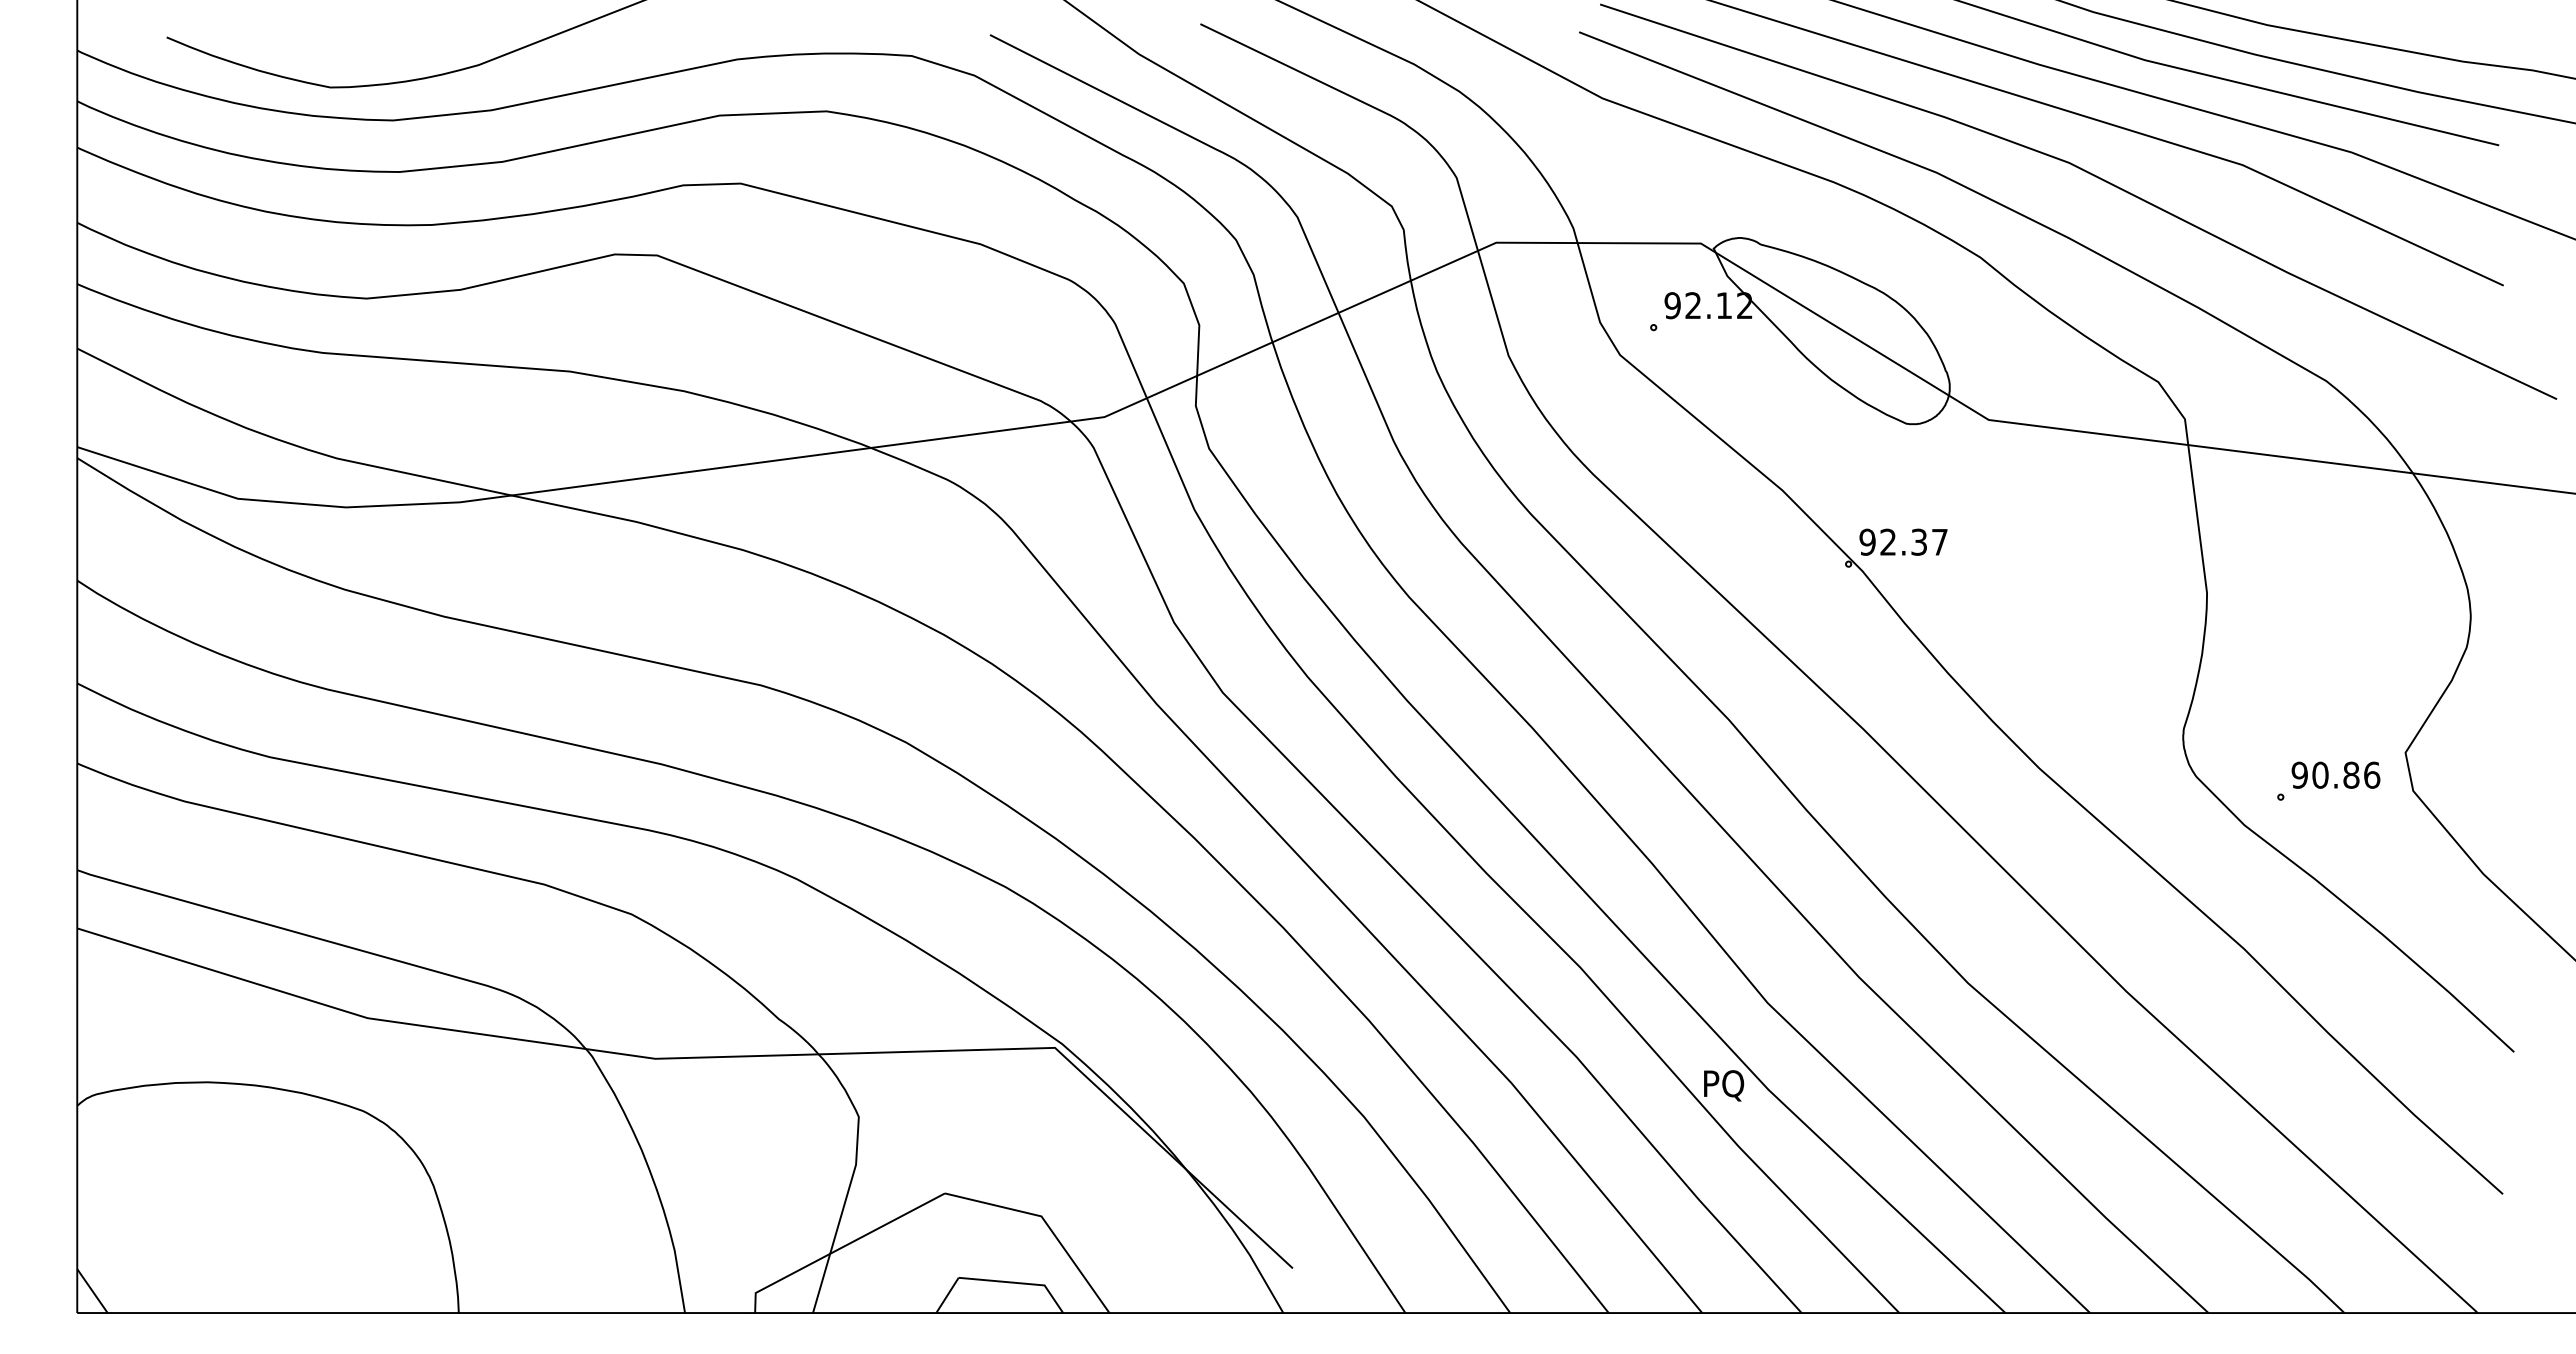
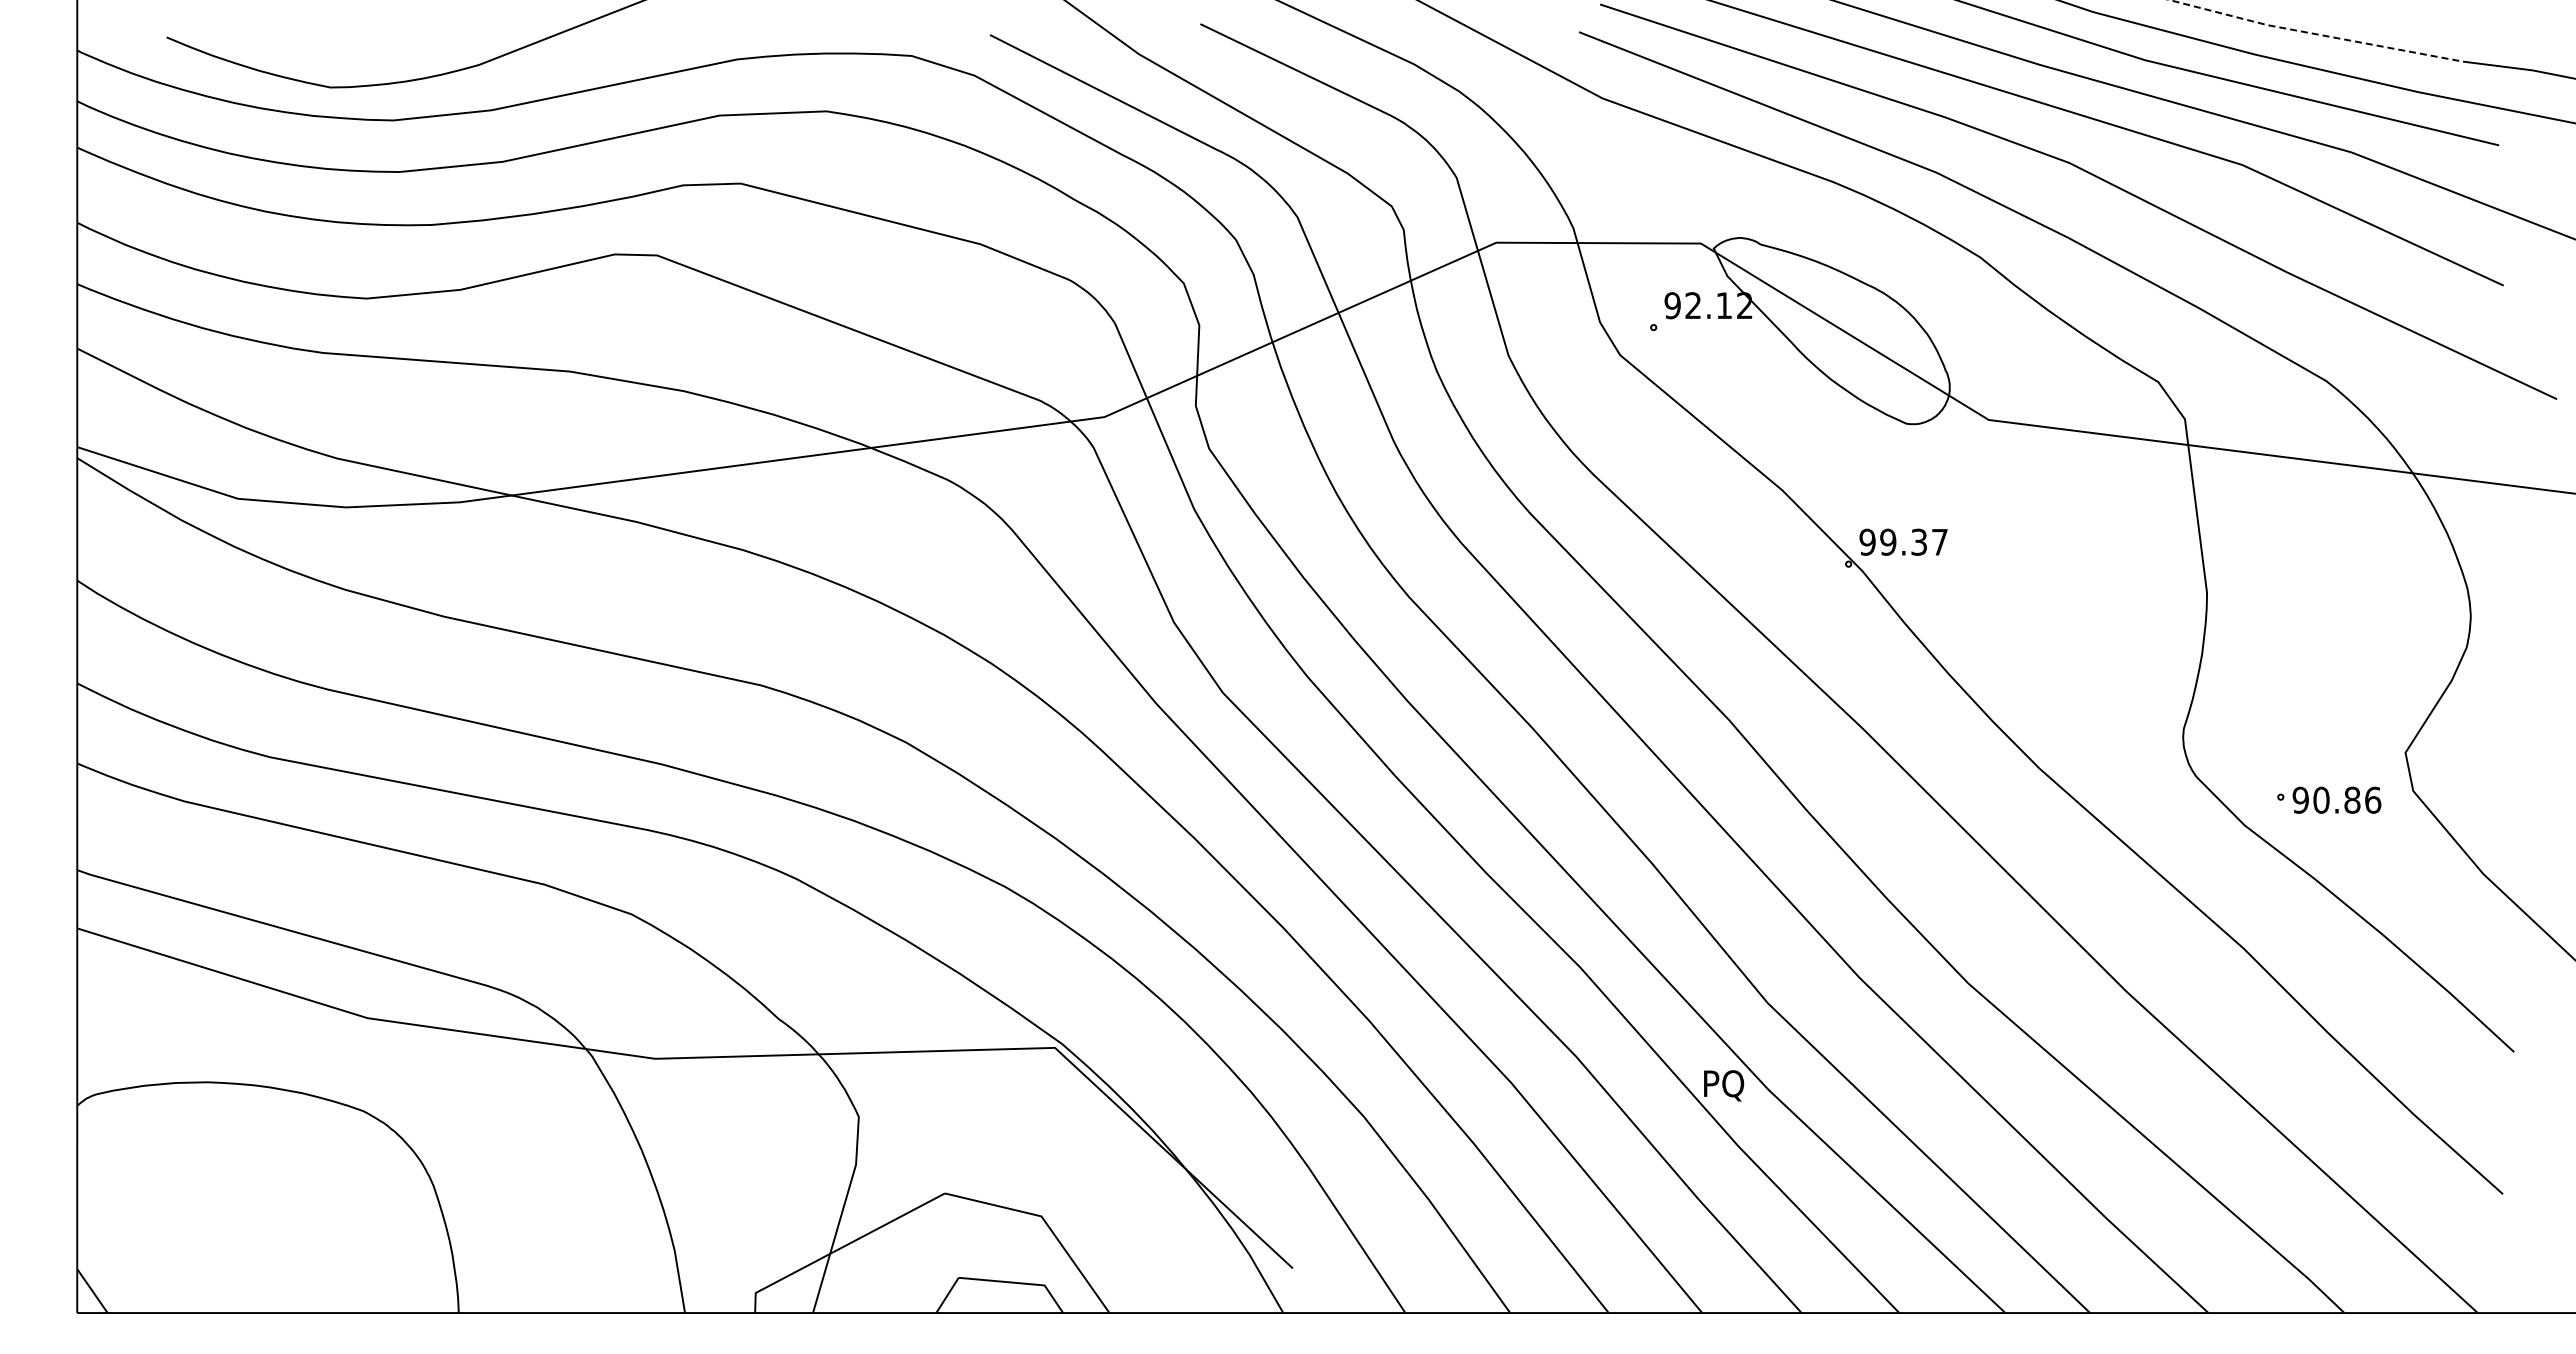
line at (2314, 33): solid -> dashed
text at (1888, 541): 92.37 -> 99.37
text at (2335, 774) position: (2335, 774) -> (2336, 799)
